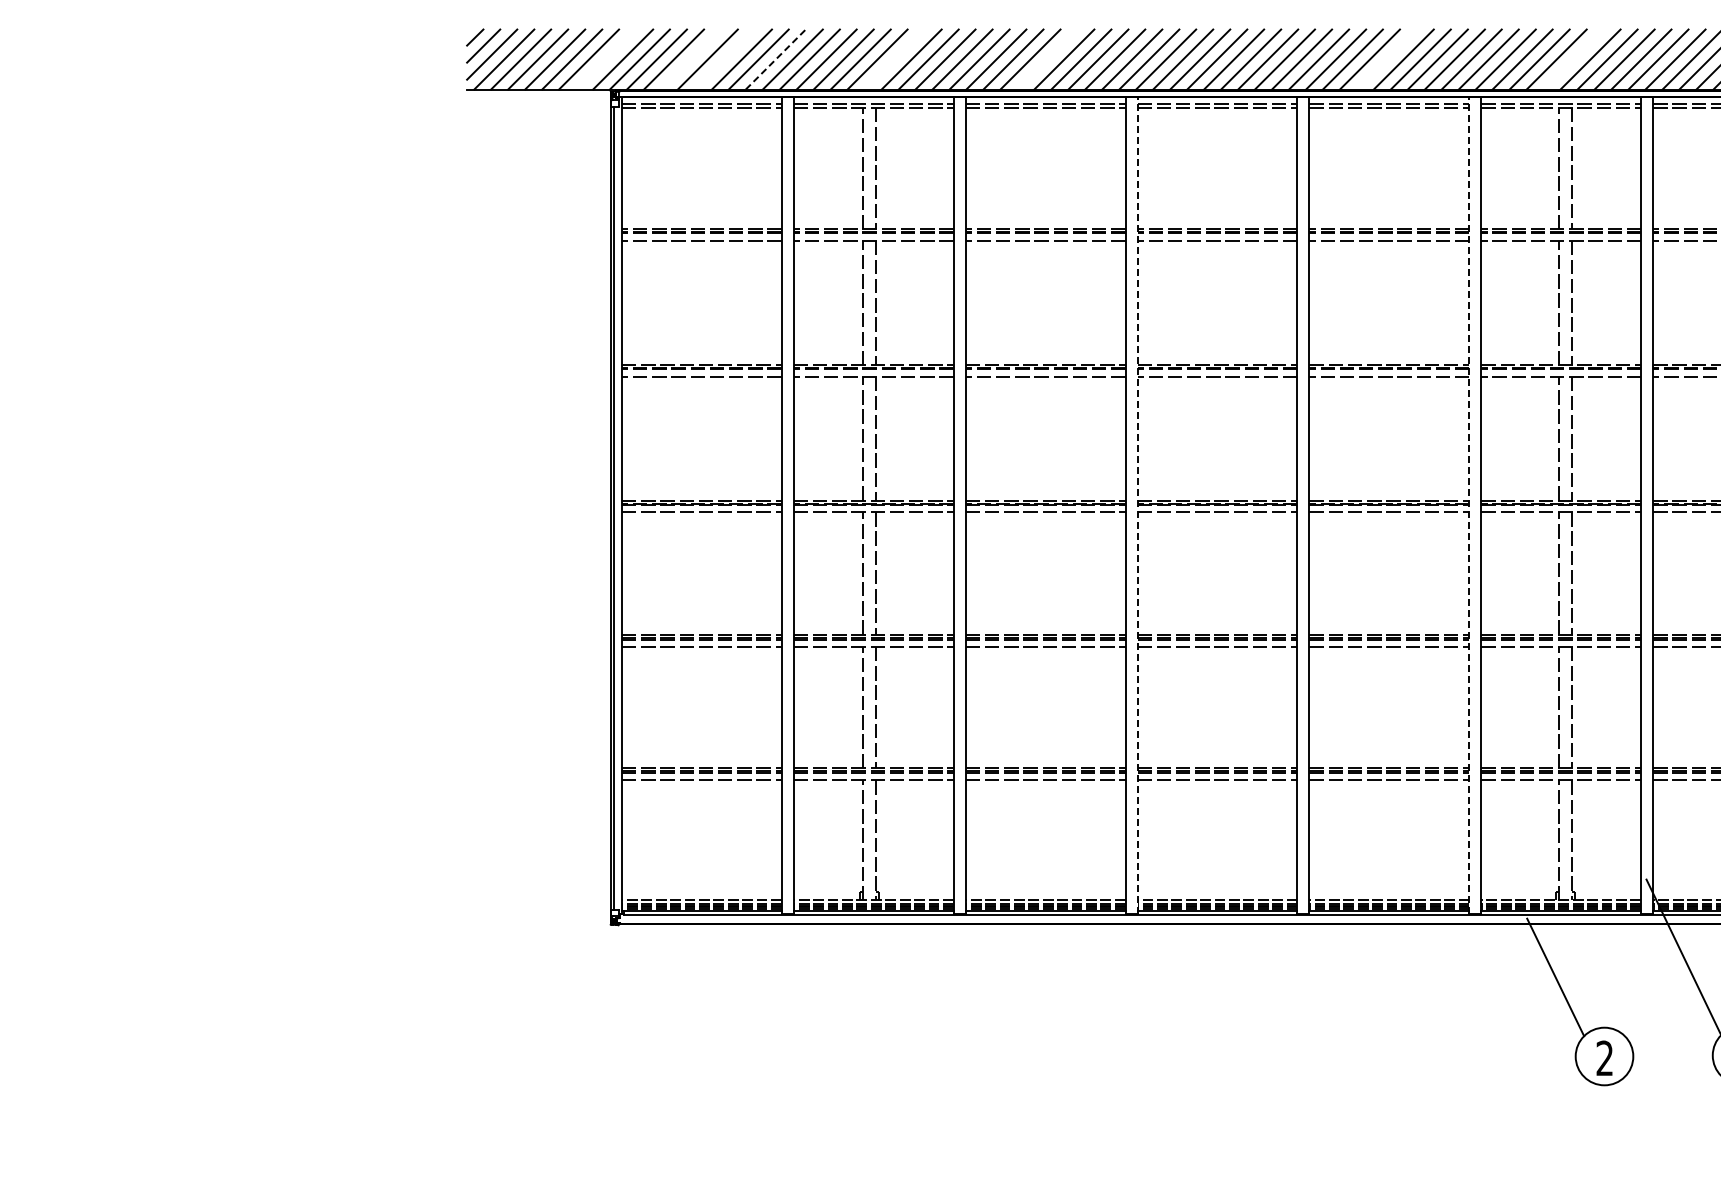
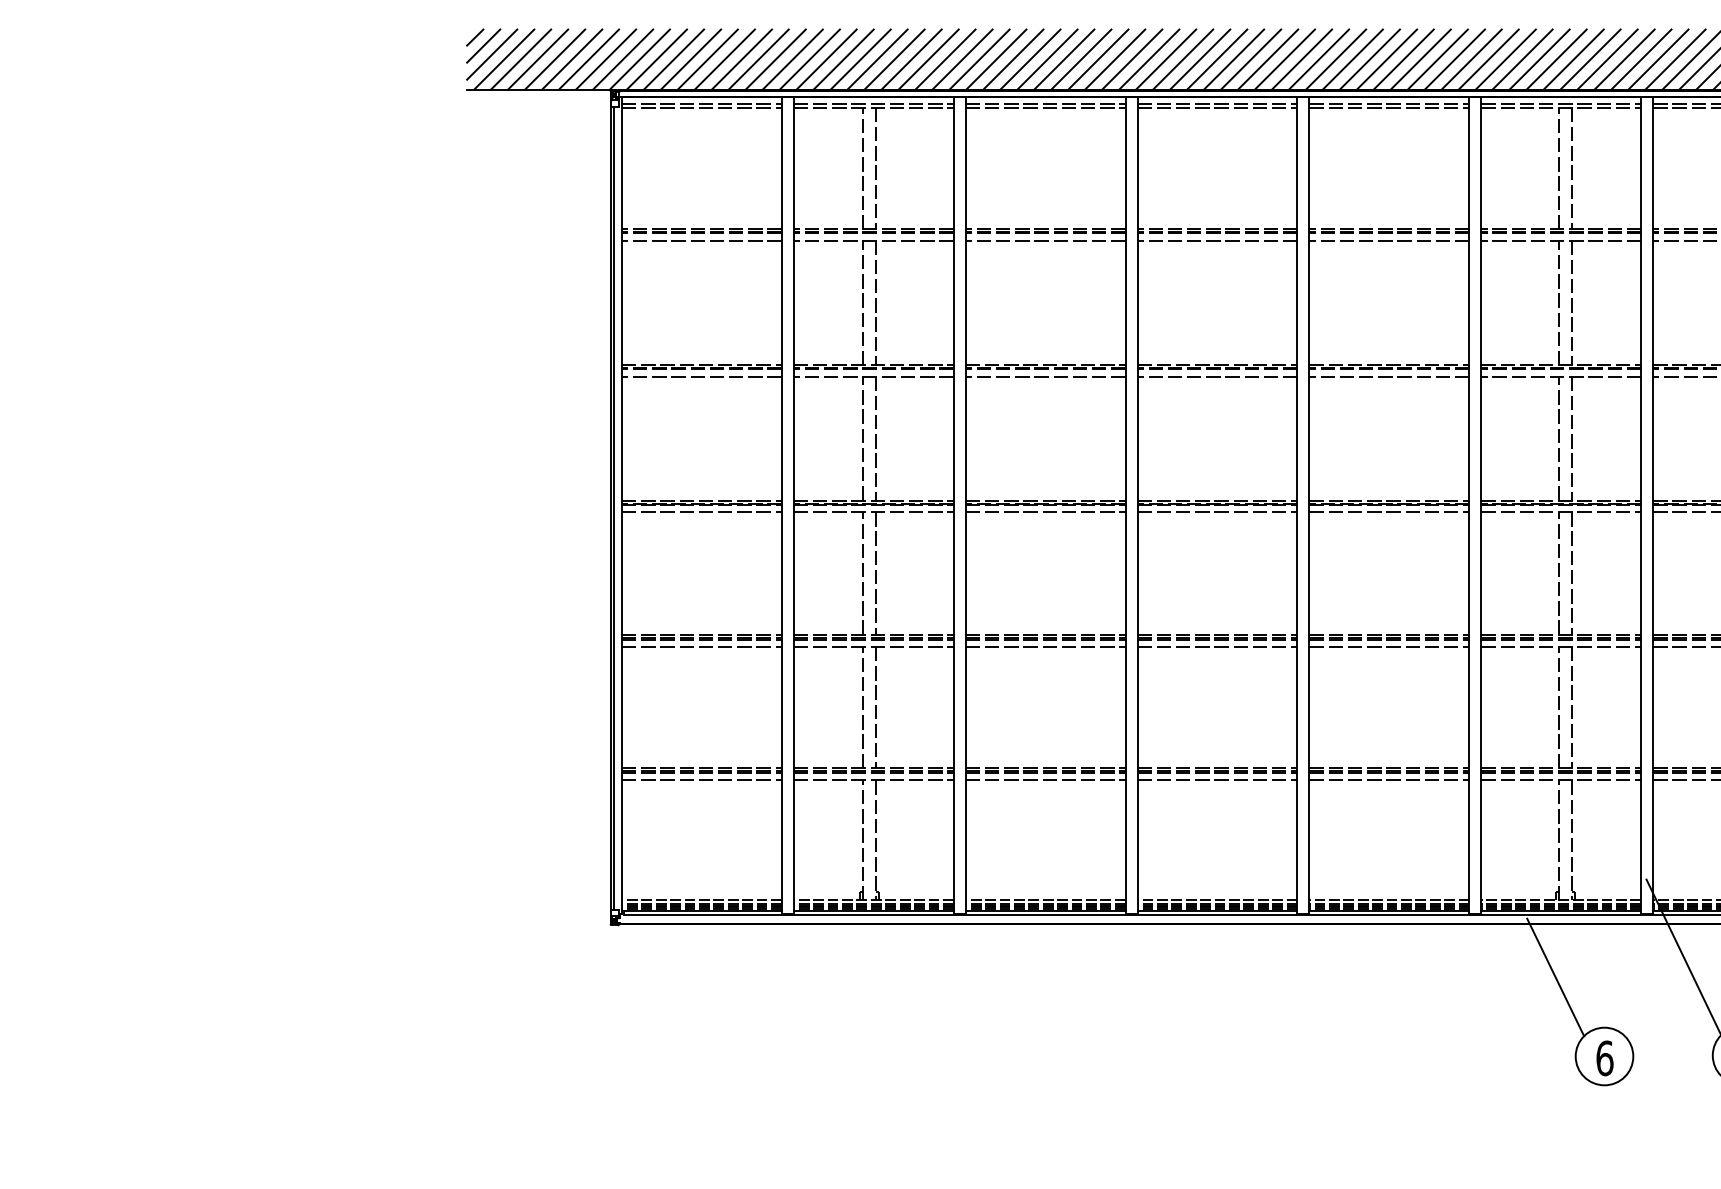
line at (606, 59): none -> present
line at (691, 59): none -> present
line at (724, 59): none -> present
line at (776, 59): dashed -> solid
line at (894, 59): none -> present
line at (1047, 59): none -> present
line at (1387, 59): none -> present
line at (1573, 59): none -> present
line at (1137, 505): dashed -> solid
line at (1469, 505): dashed -> solid
text at (1604, 1058): 2 -> 6
